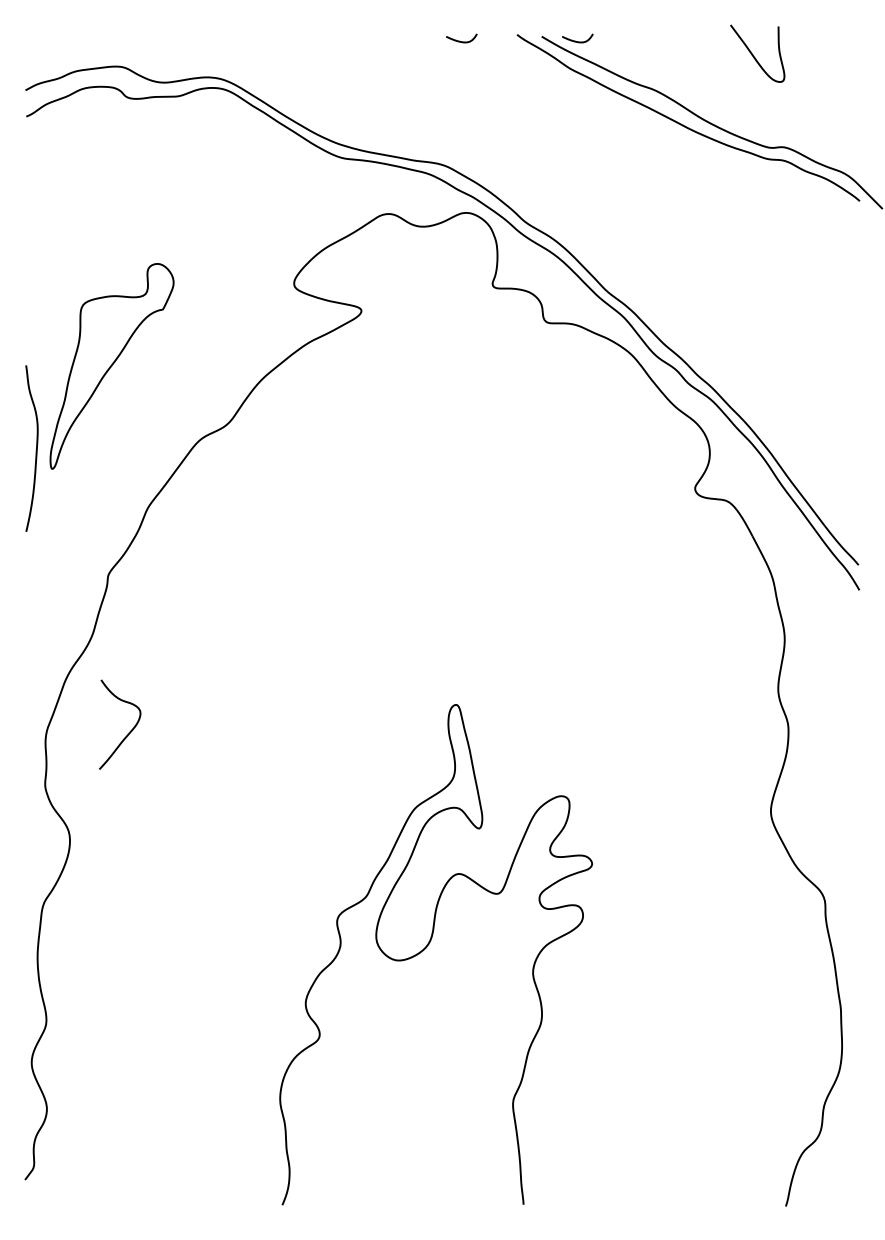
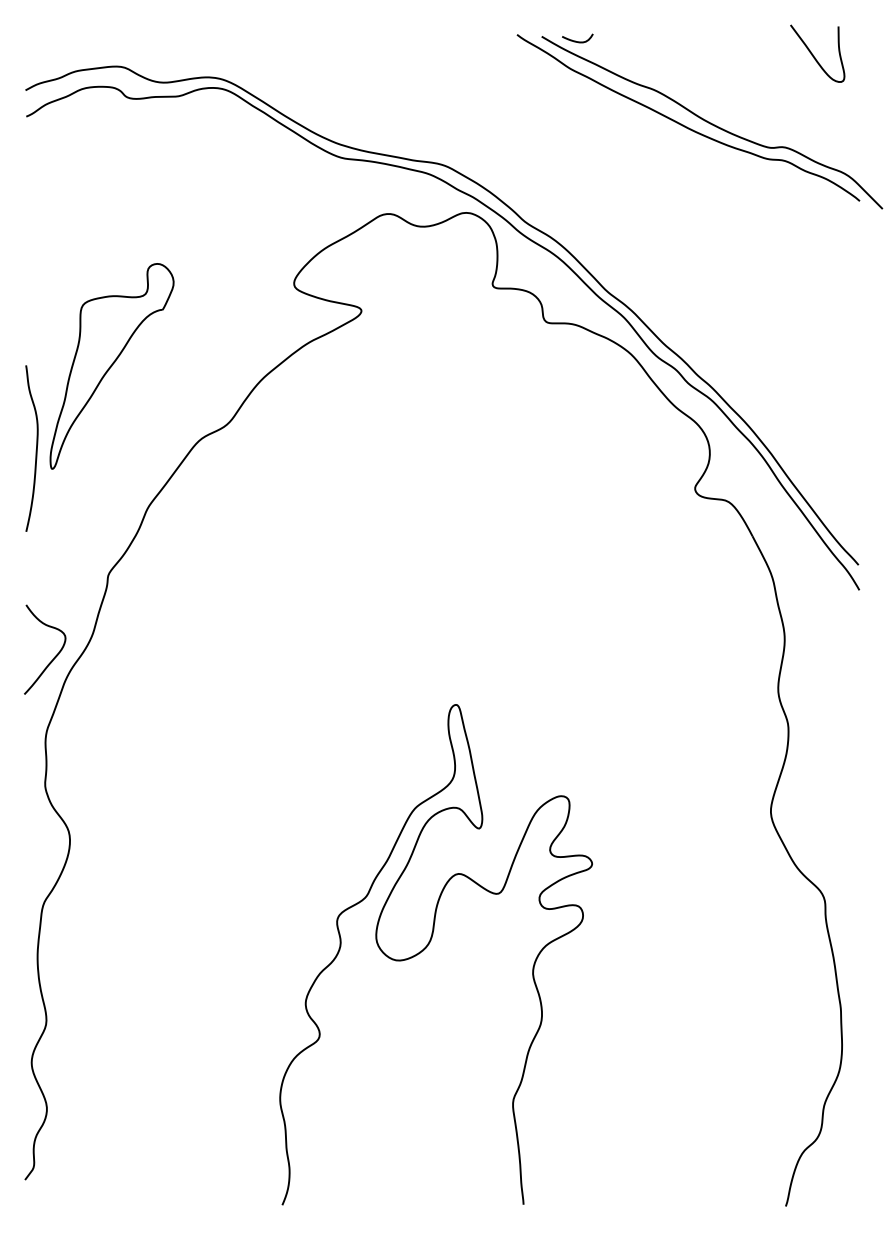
curve at (459, 40): present -> none
curve at (753, 54) position: (753, 54) -> (813, 54)
curve at (128, 732) position: (128, 732) -> (53, 657)
